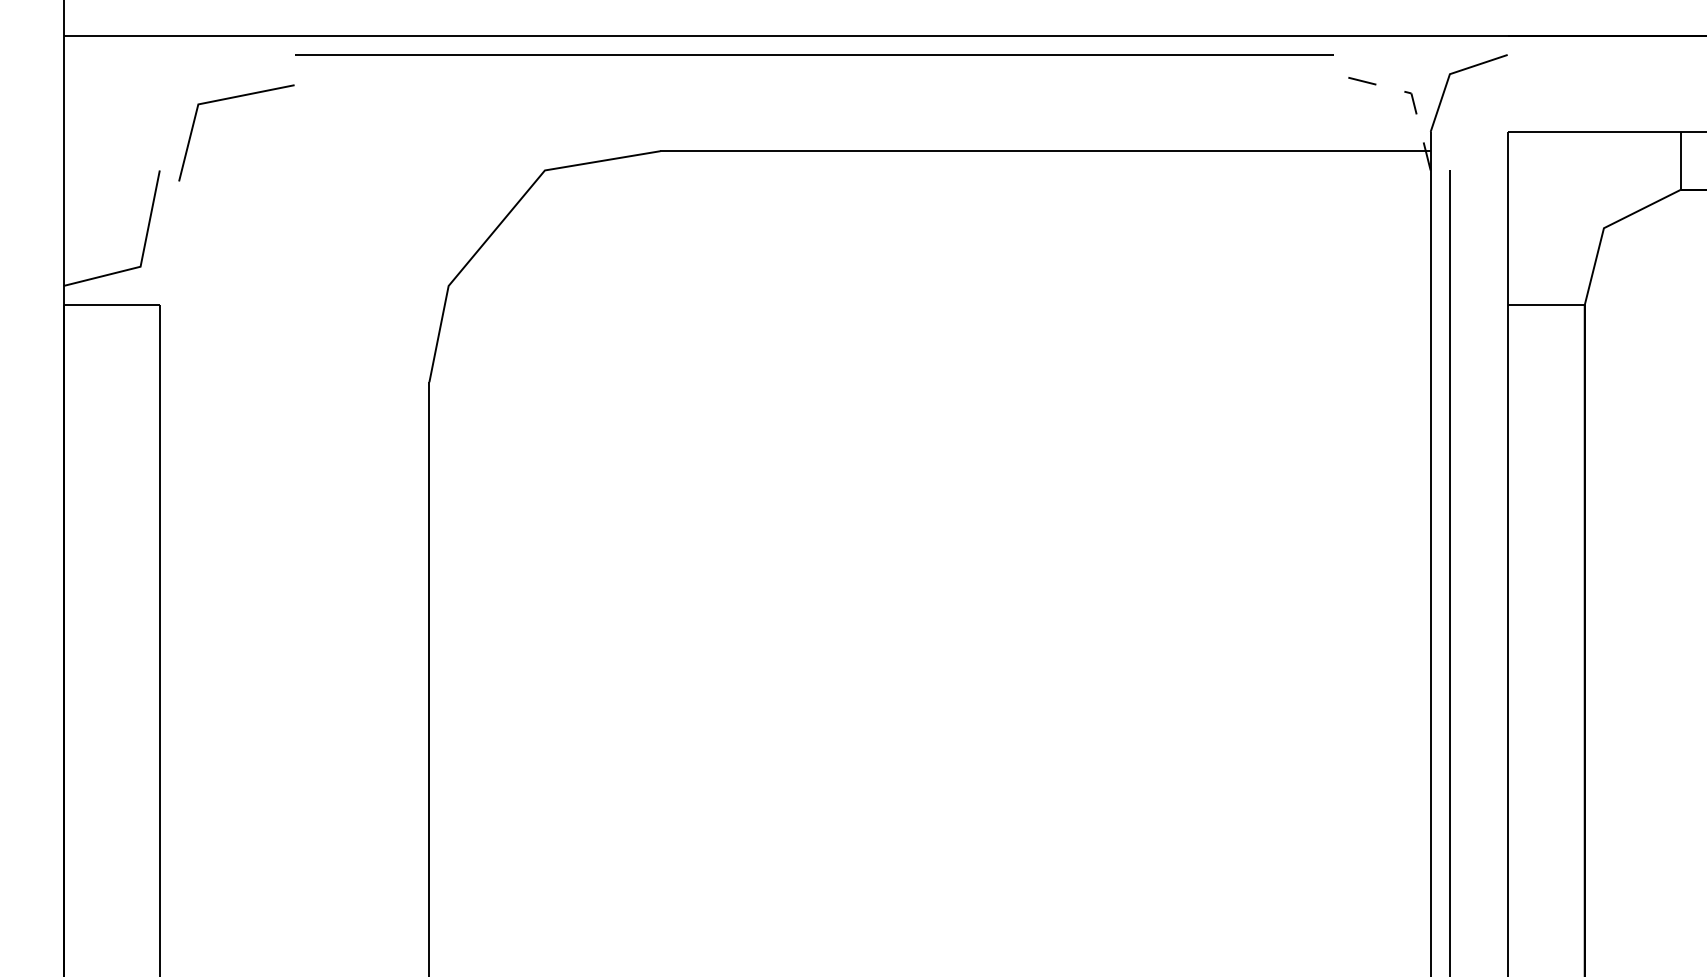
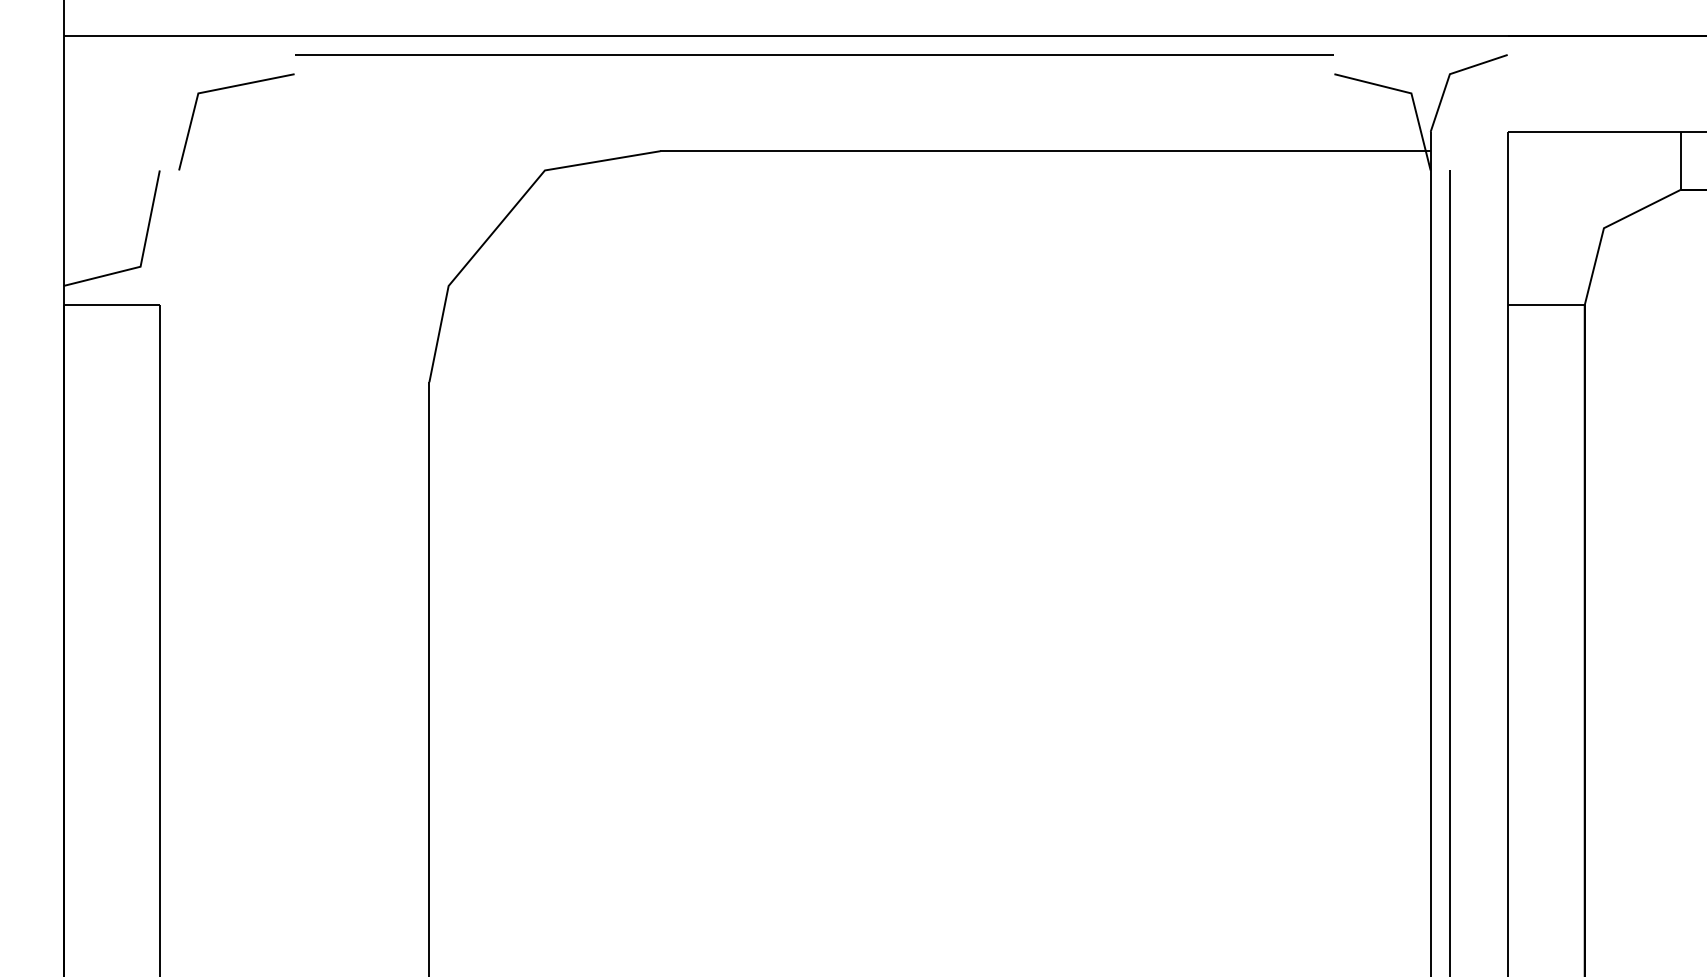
line at (1411, 93): dashed -> solid
line at (229, 99) position: (229, 99) -> (229, 88)
